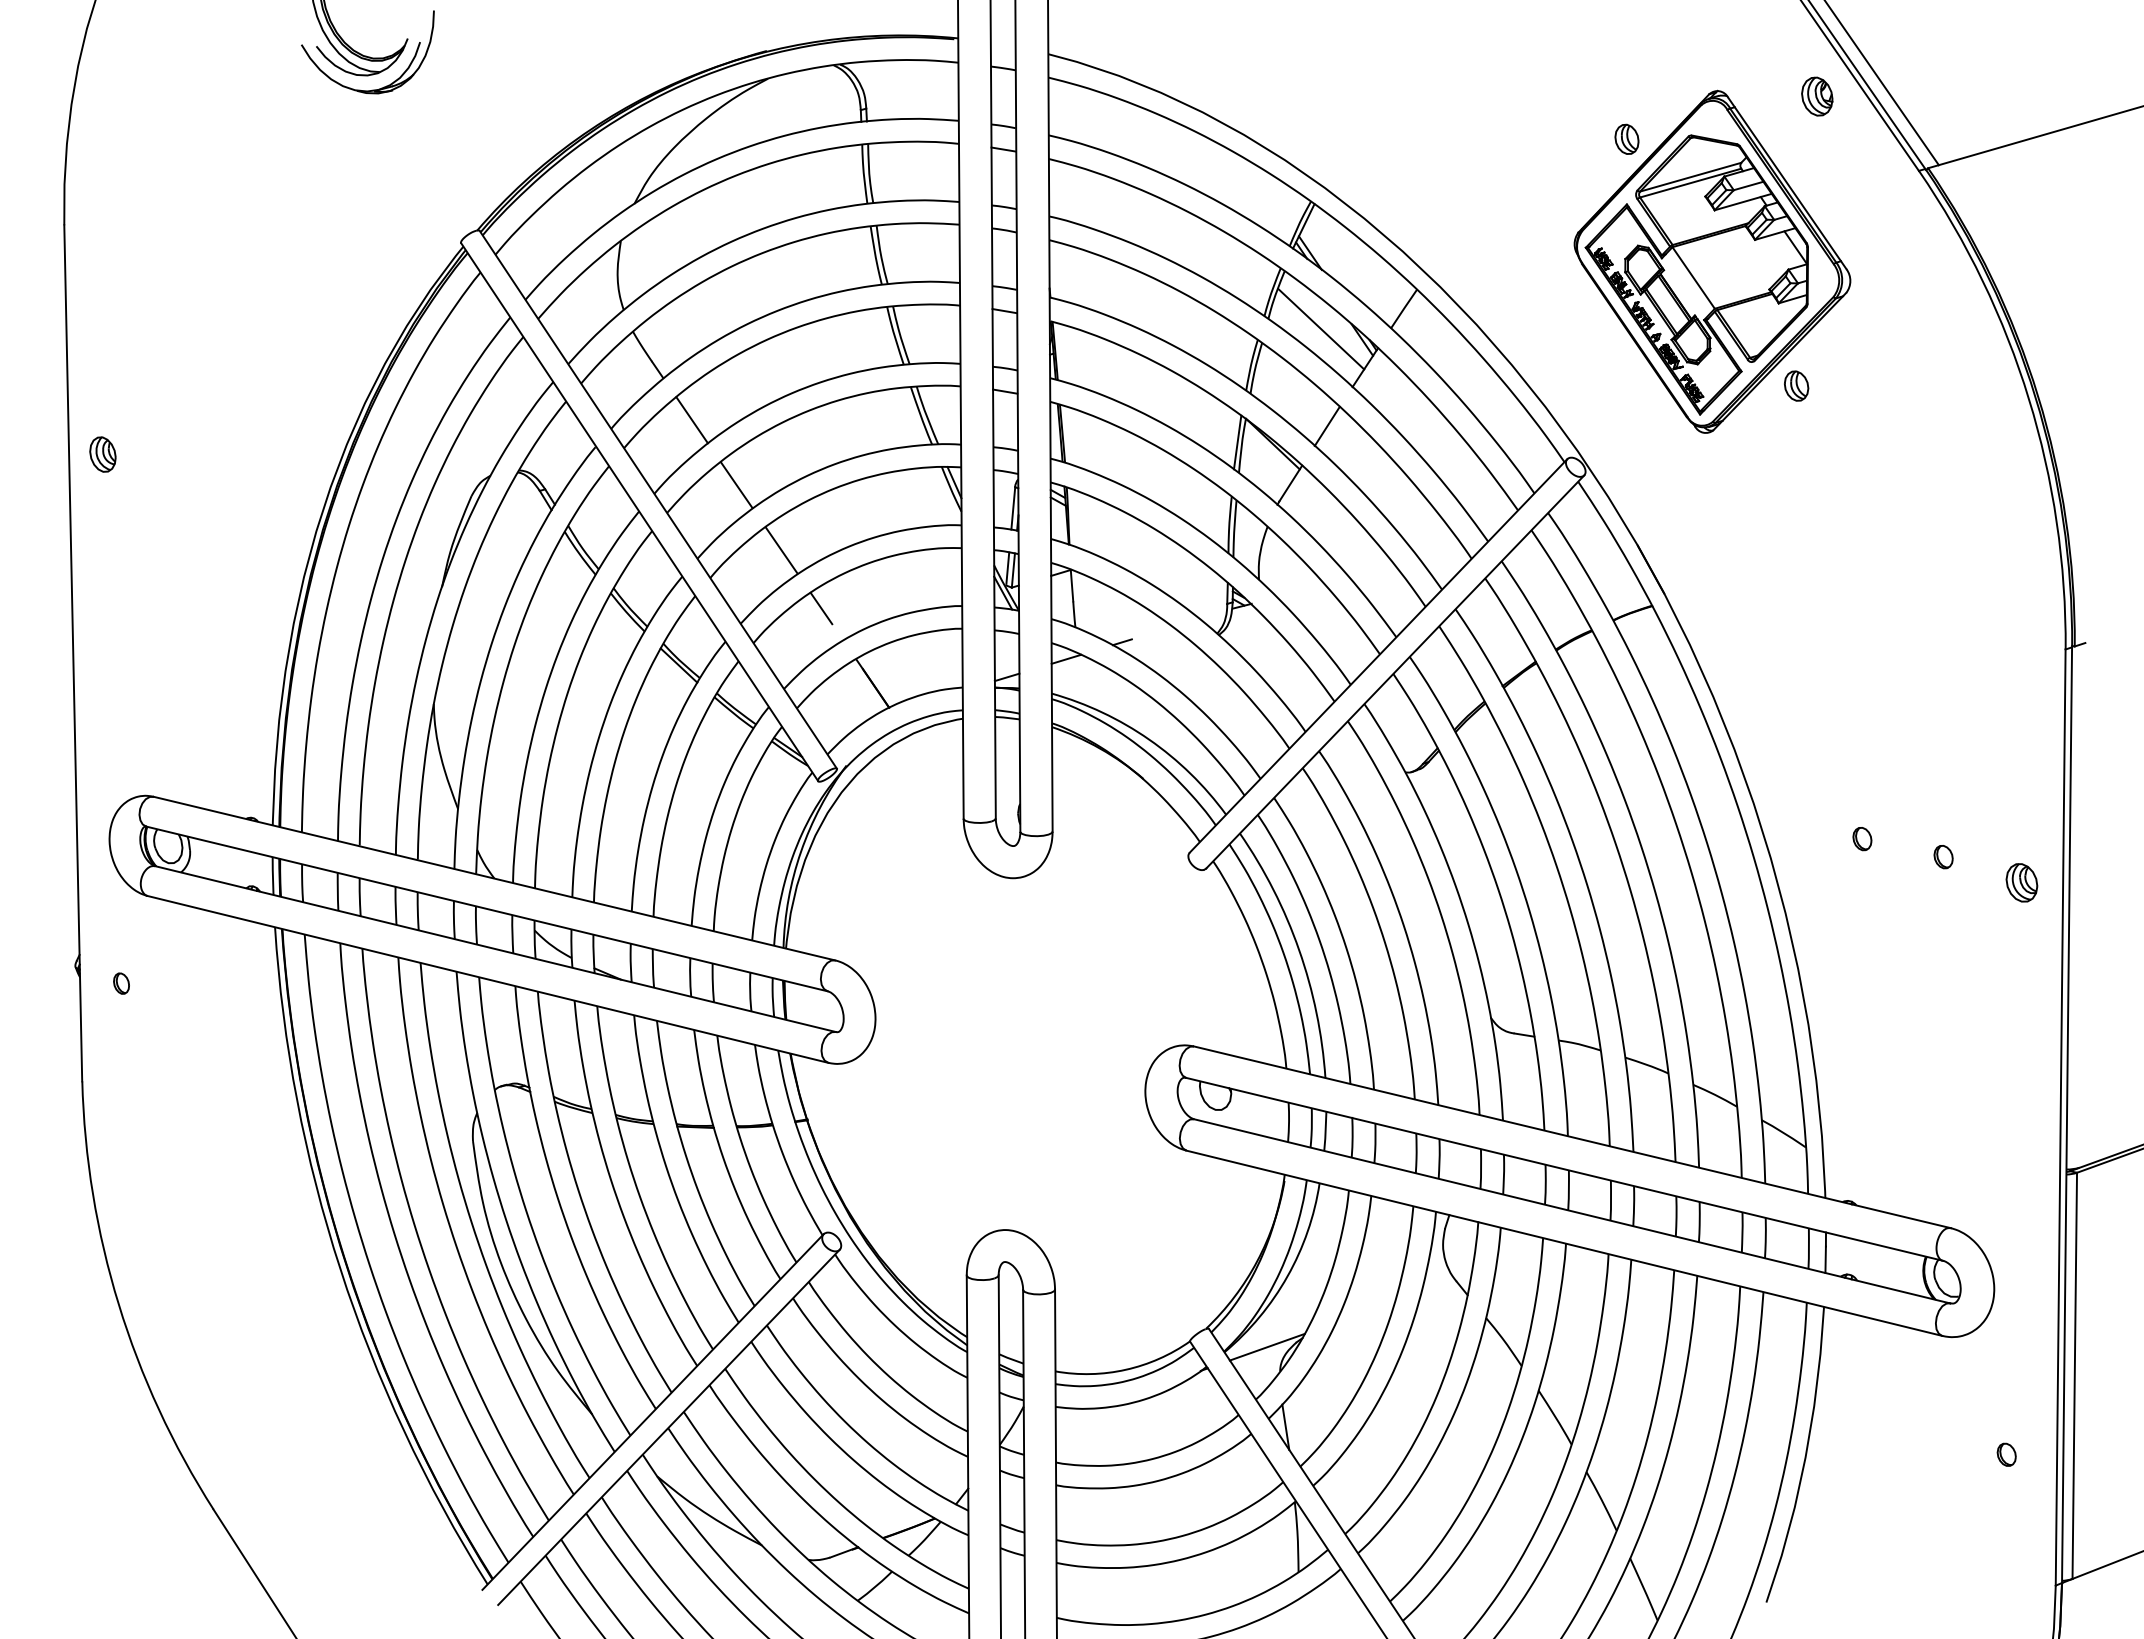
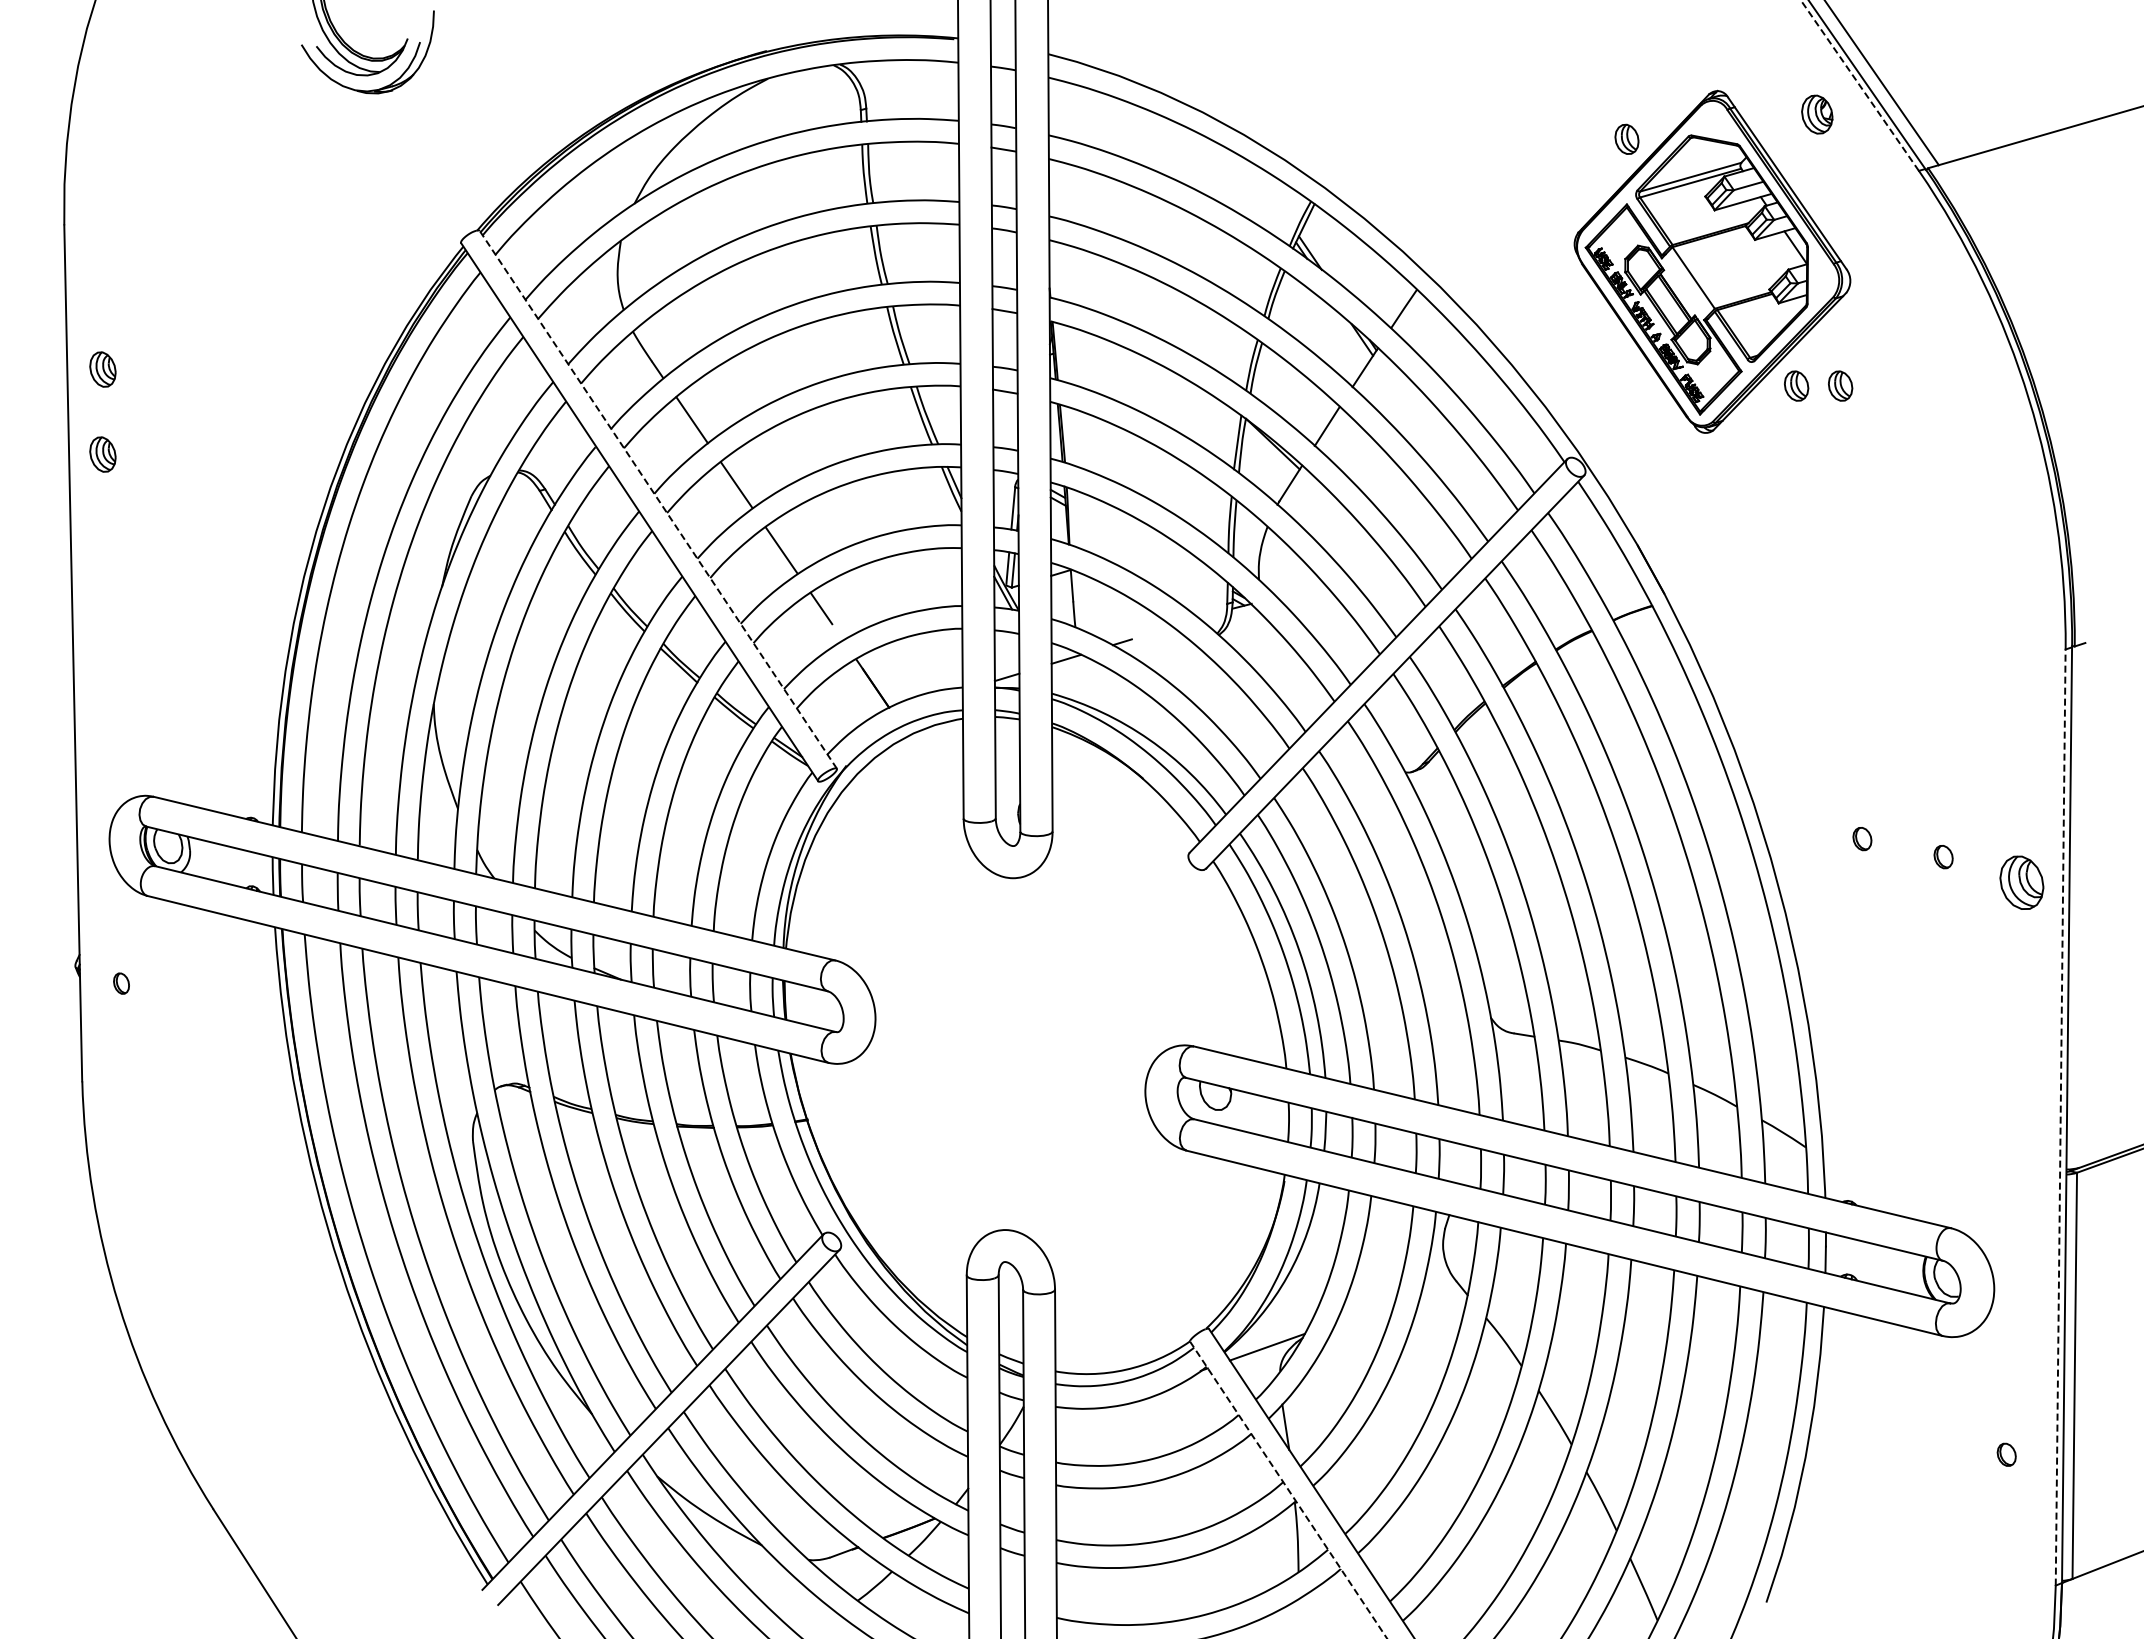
line at (1859, 85): solid -> dashed
part at (1817, 96) position: (1817, 96) -> (1817, 114)
line at (1321, 328): present -> none
part at (102, 369): none -> present
part at (1840, 385): none -> present
line at (658, 499): solid -> dashed
part at (2021, 882) size: 34x40 px -> 46x55 px
line at (2060, 1117): solid -> dashed
line at (1288, 1490): solid -> dashed
